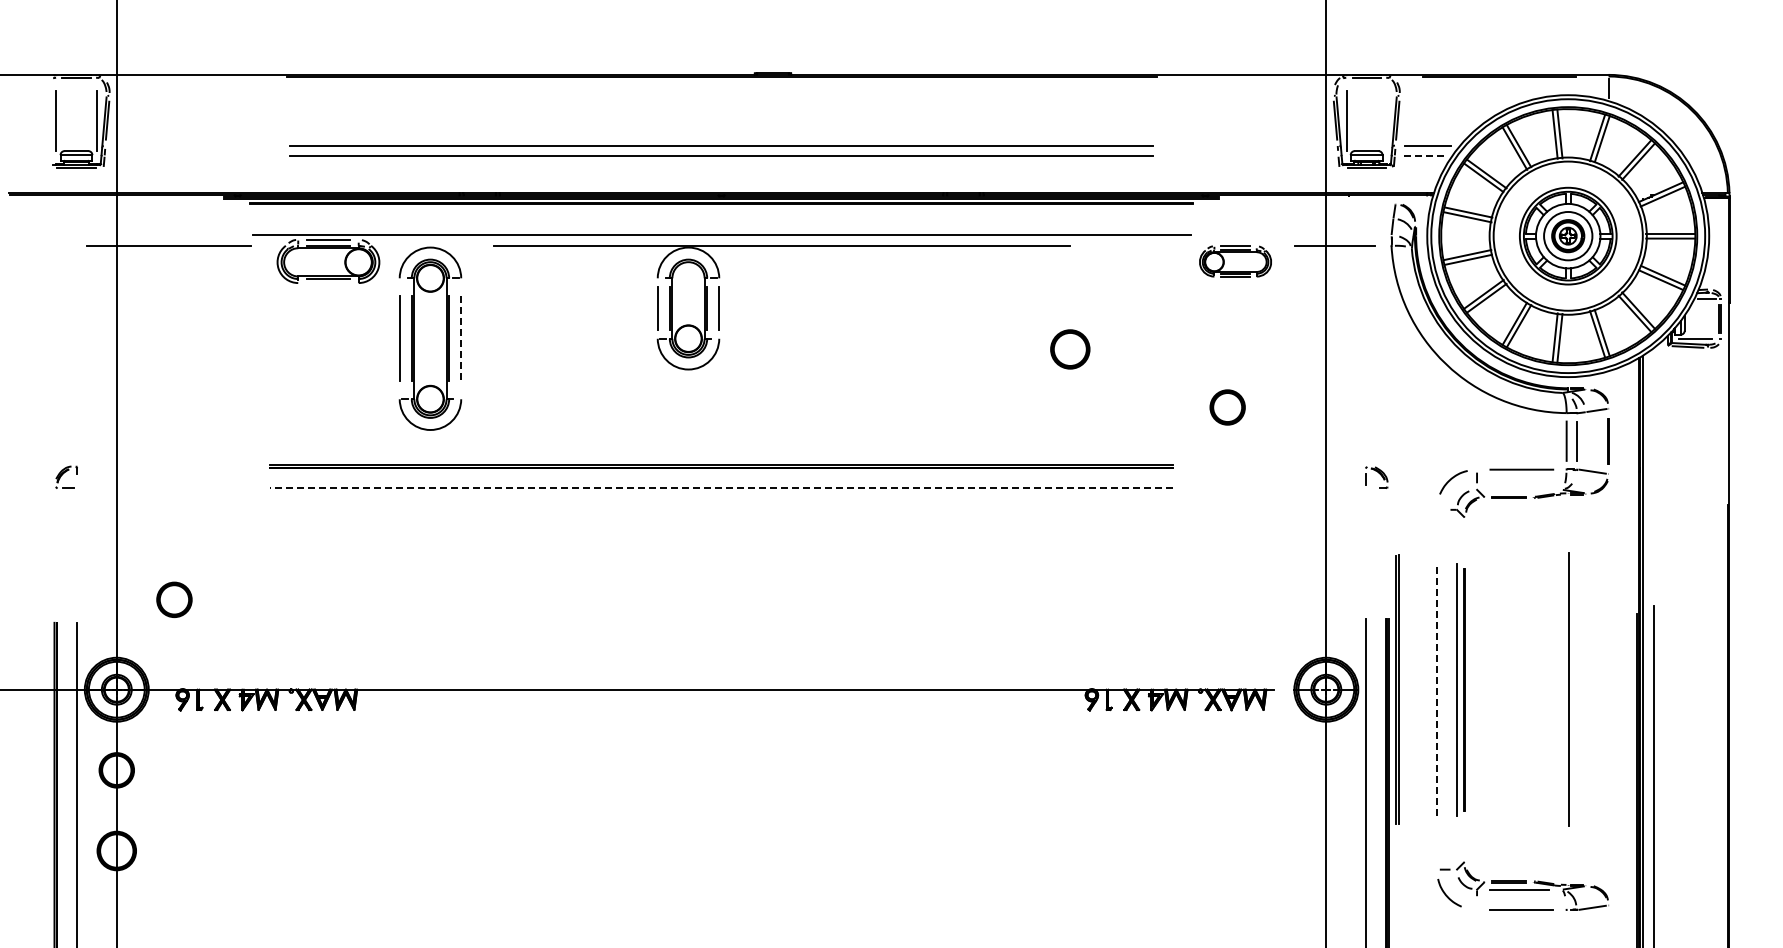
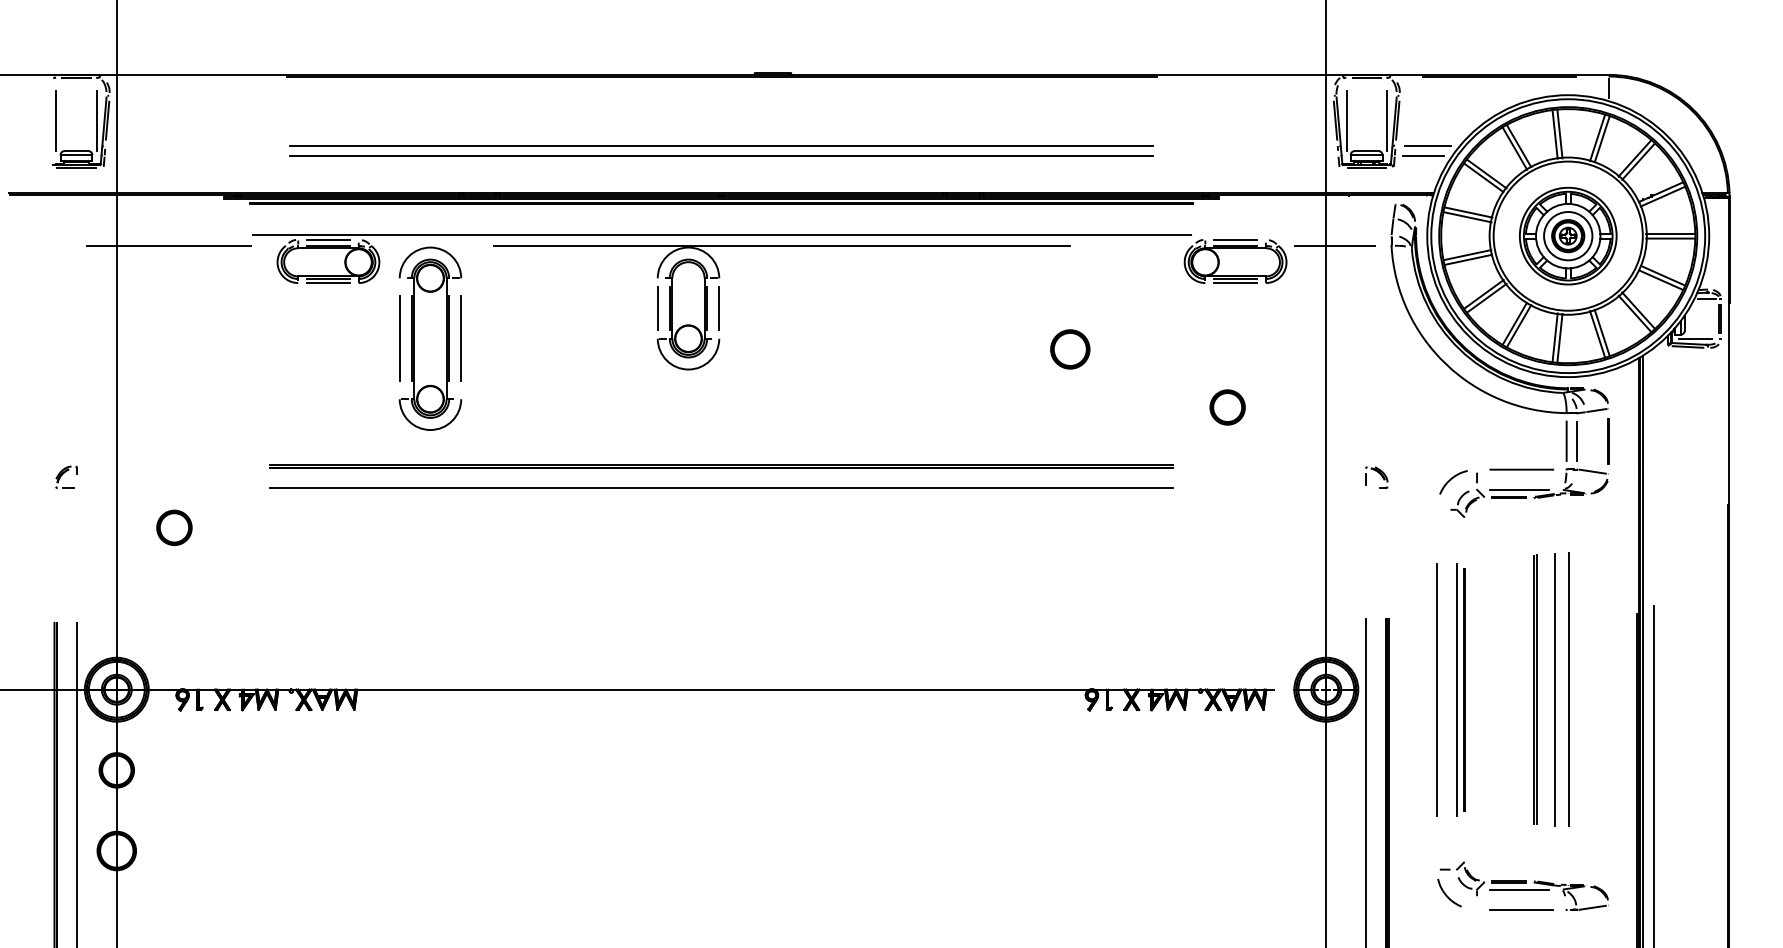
line at (1386, 120): none -> present
line at (1423, 155): dashed -> solid
part at (1235, 261) size: 73x33 px -> 105x45 px
line at (328, 283): none -> present
line at (461, 339): dashed -> solid
line at (721, 487): dashed -> solid
line at (1519, 489): none -> present
part at (174, 599) position: (174, 599) -> (174, 527)
line at (1396, 689) position: (1396, 689) -> (1534, 689)
line at (1436, 689): dashed -> solid
line at (1554, 689): none -> present
